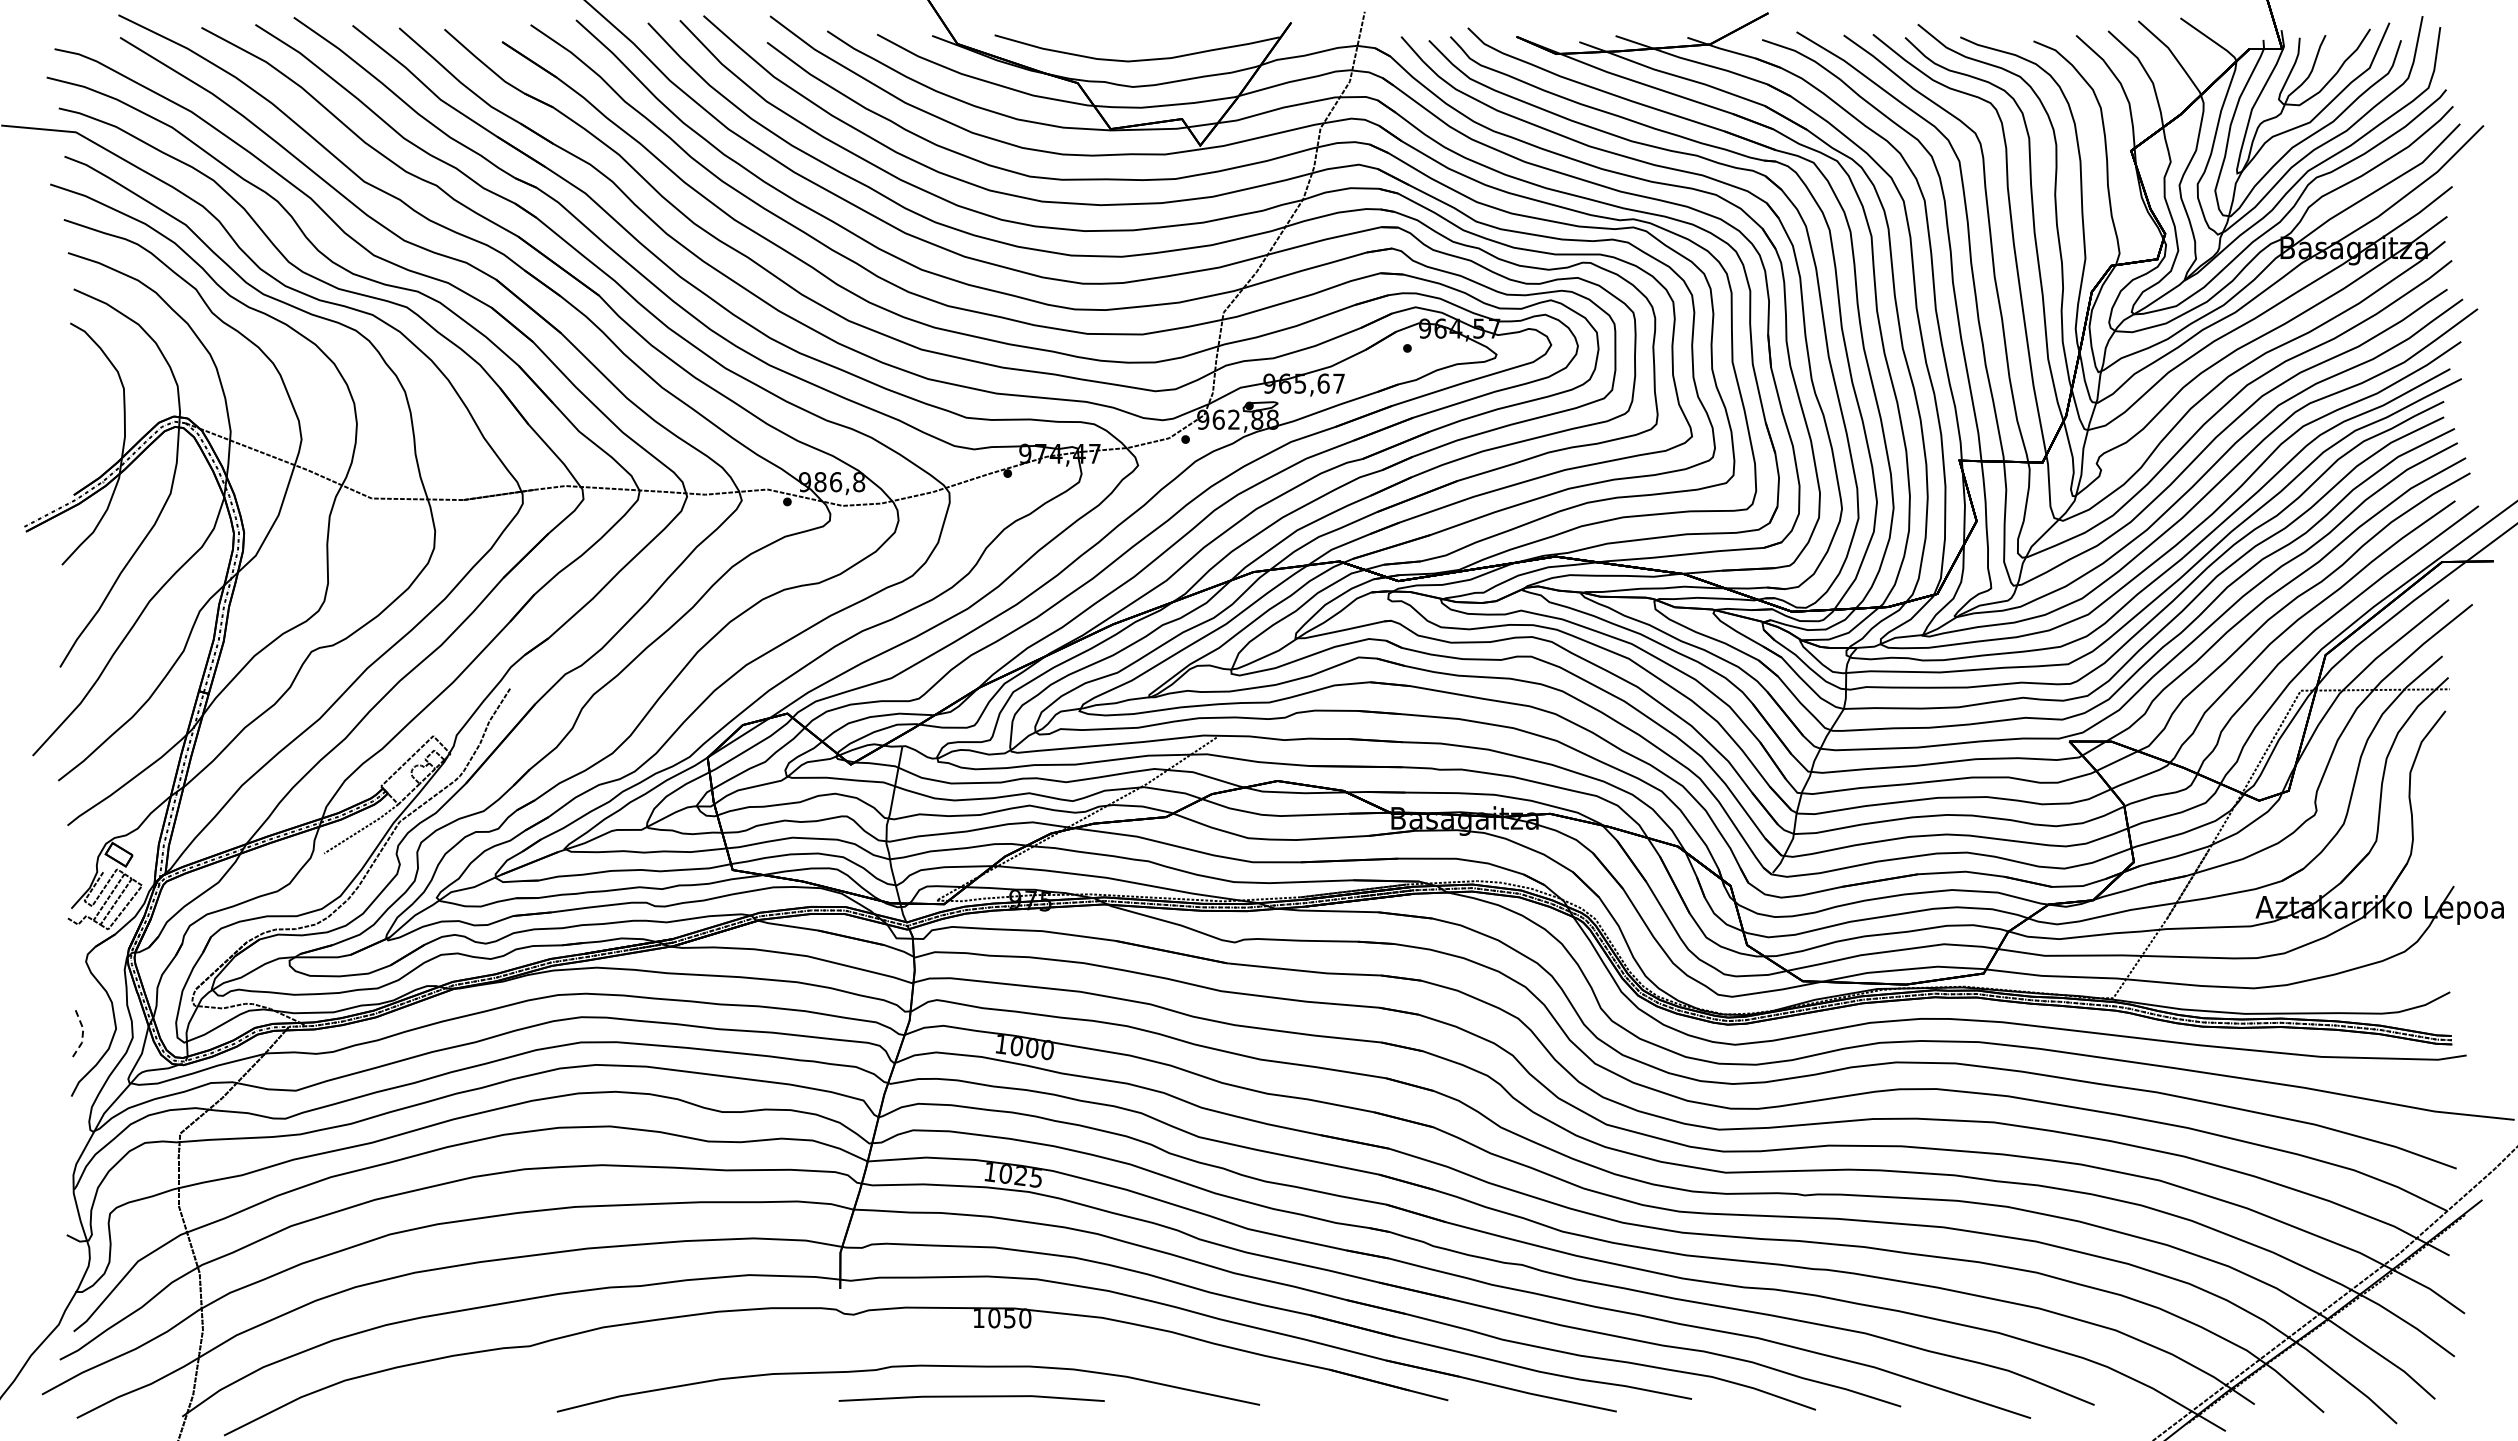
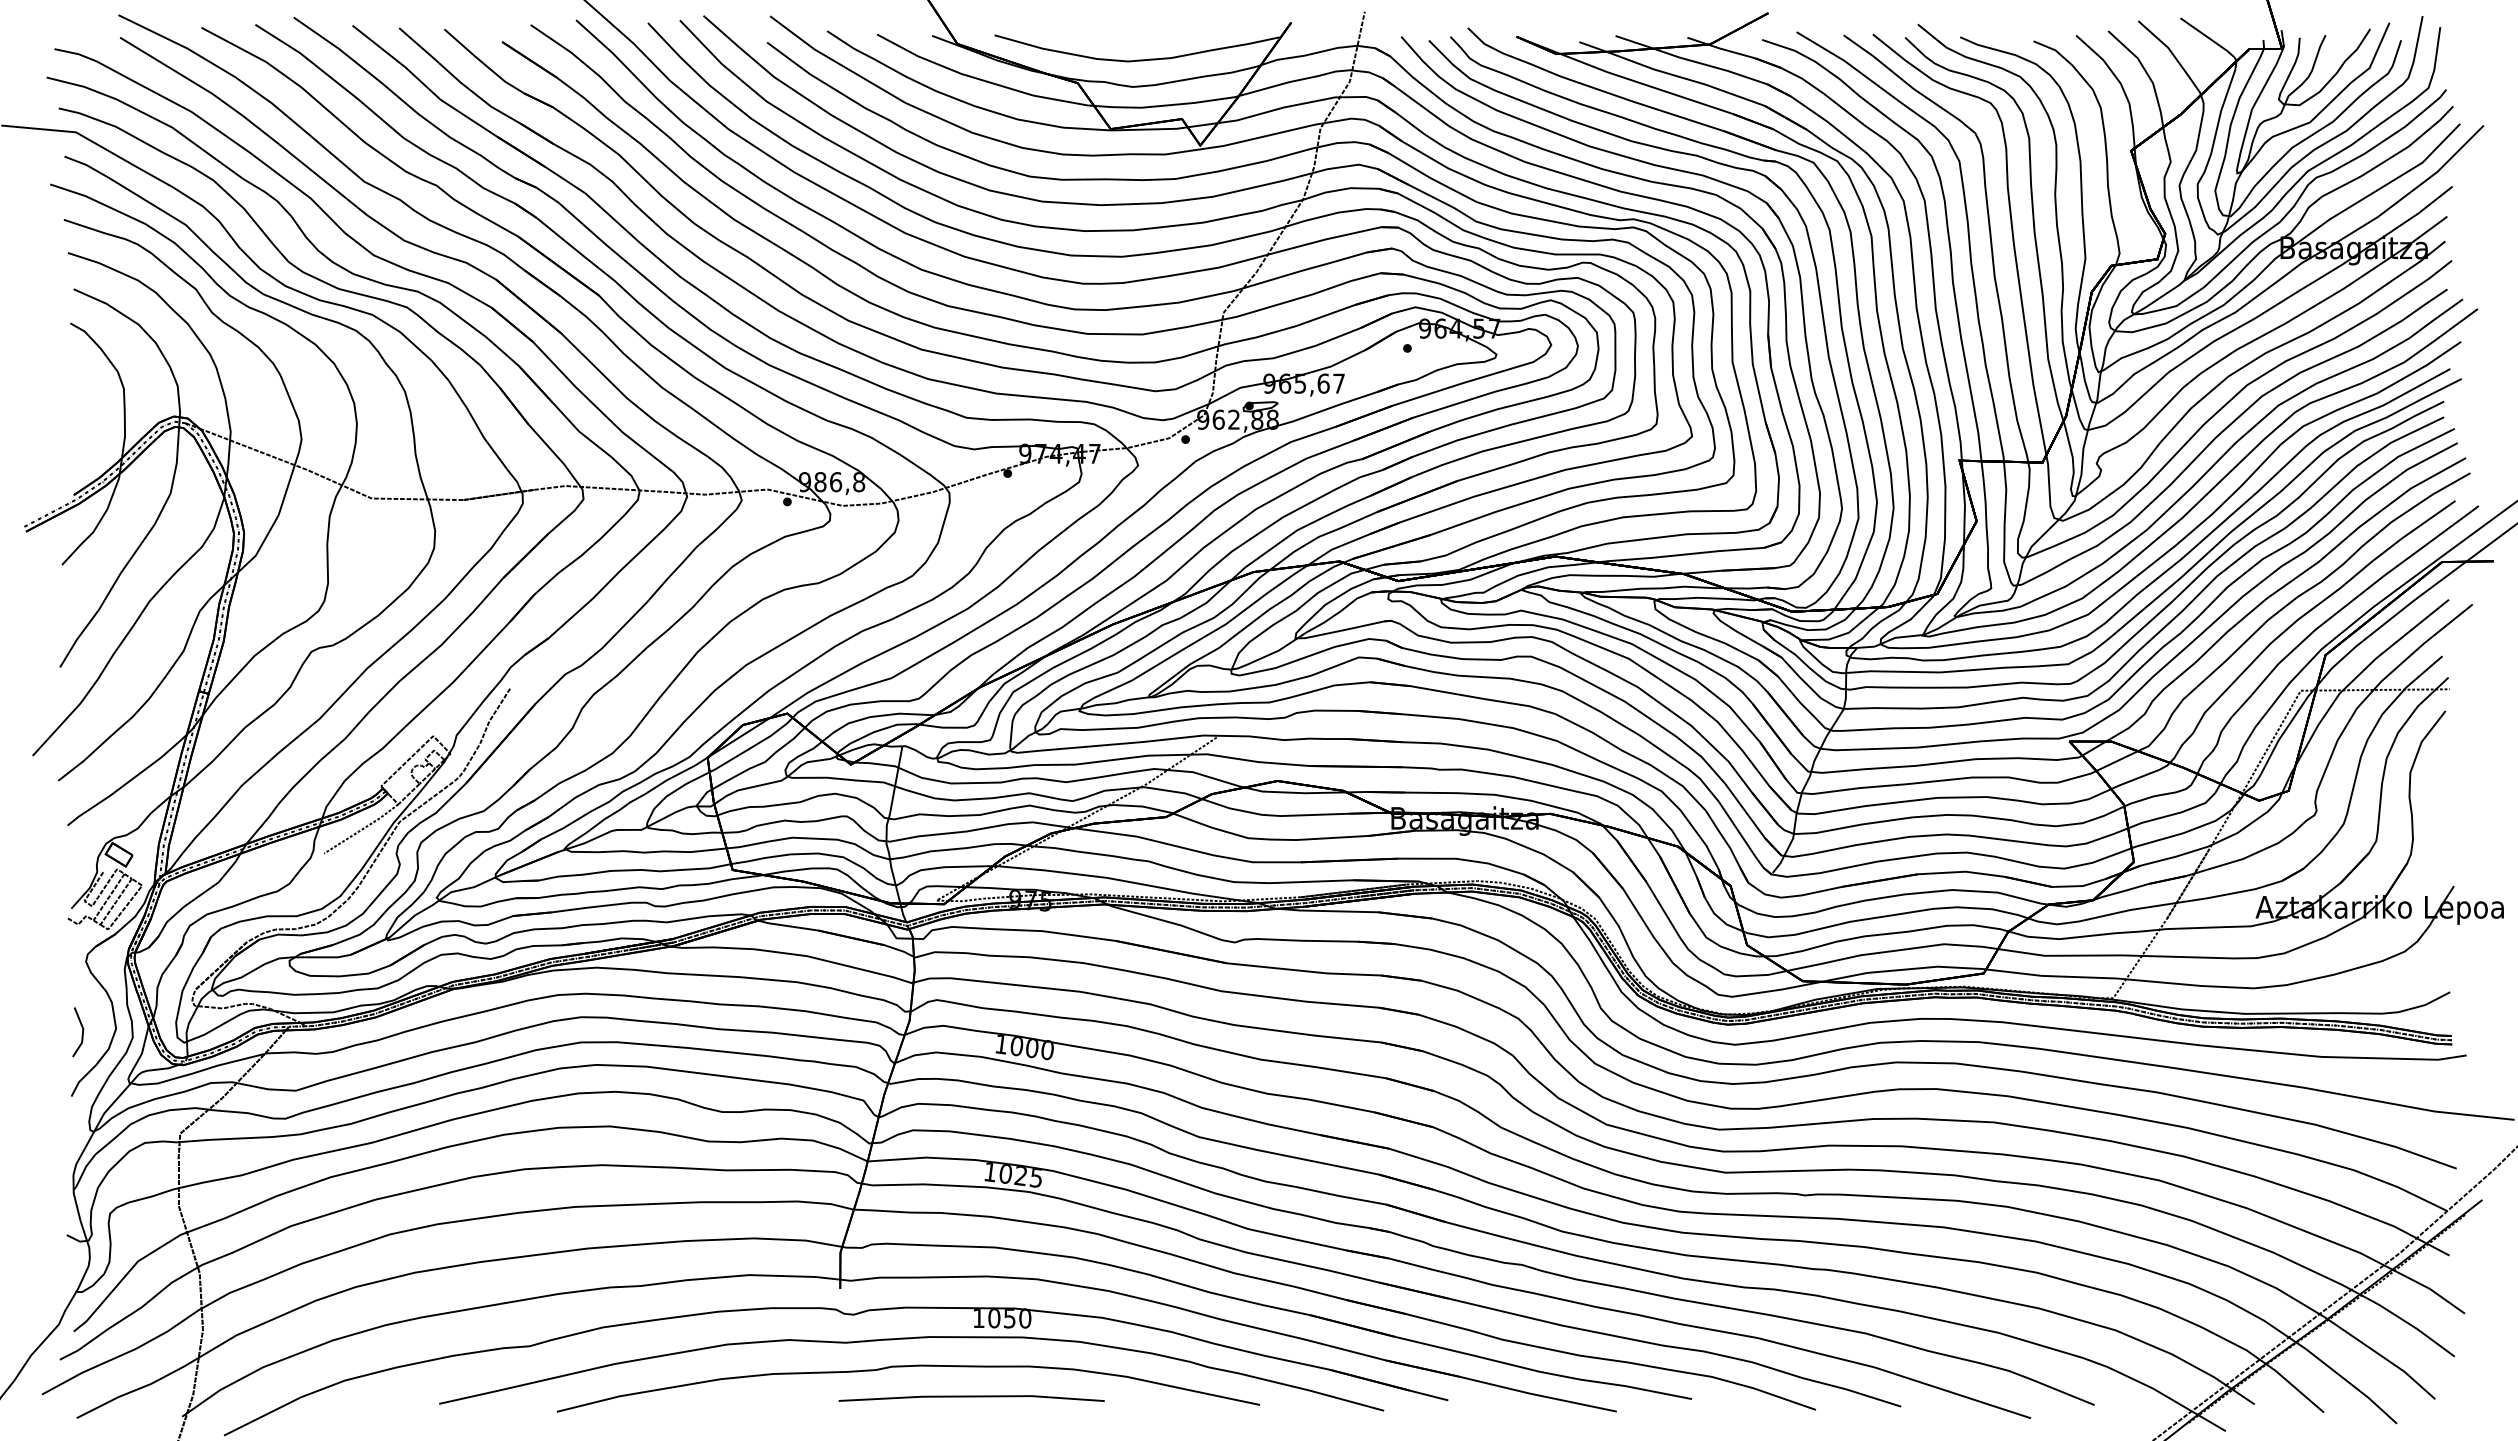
line at (82, 1032): dashed -> solid
curve at (910, 1339): none -> present
